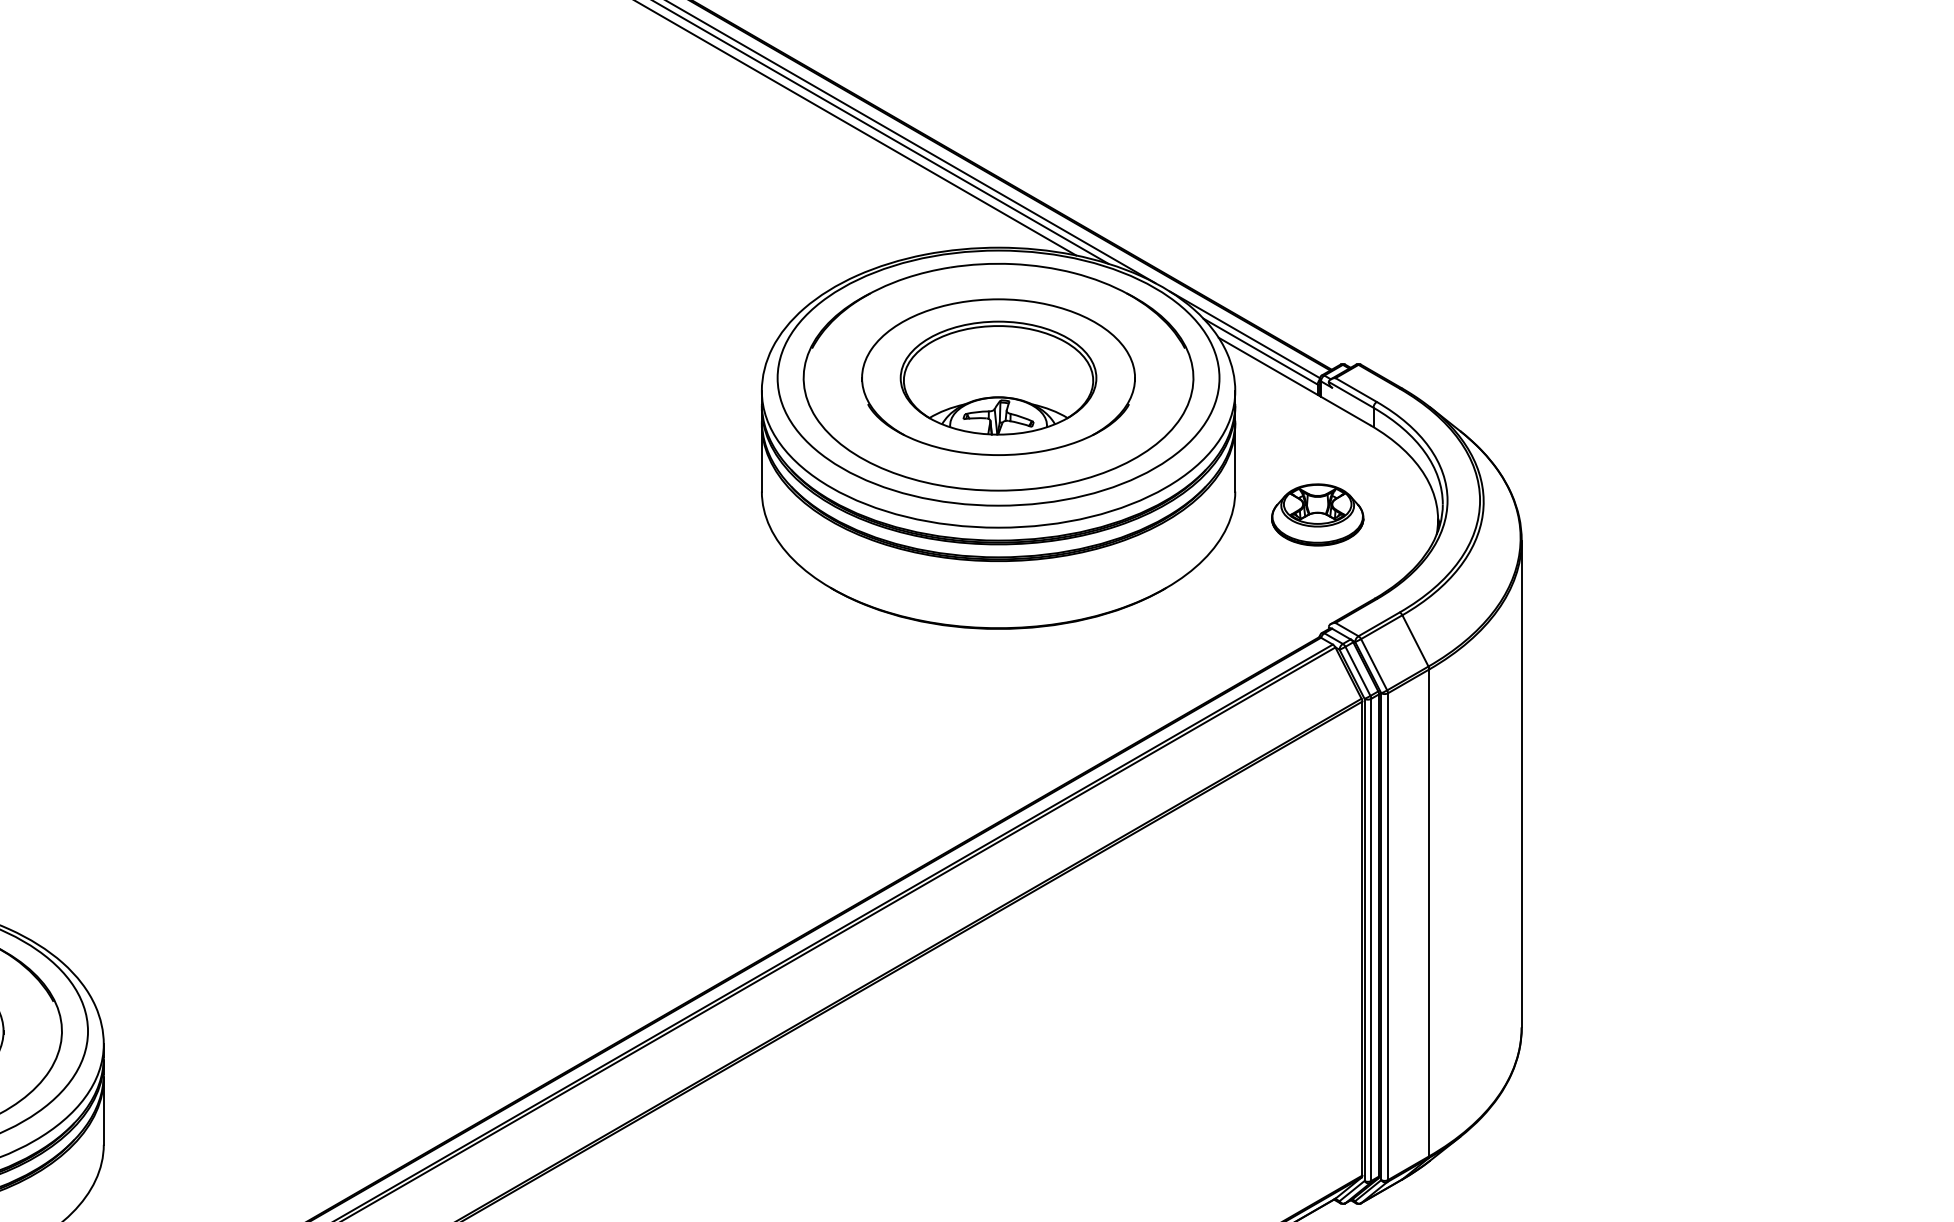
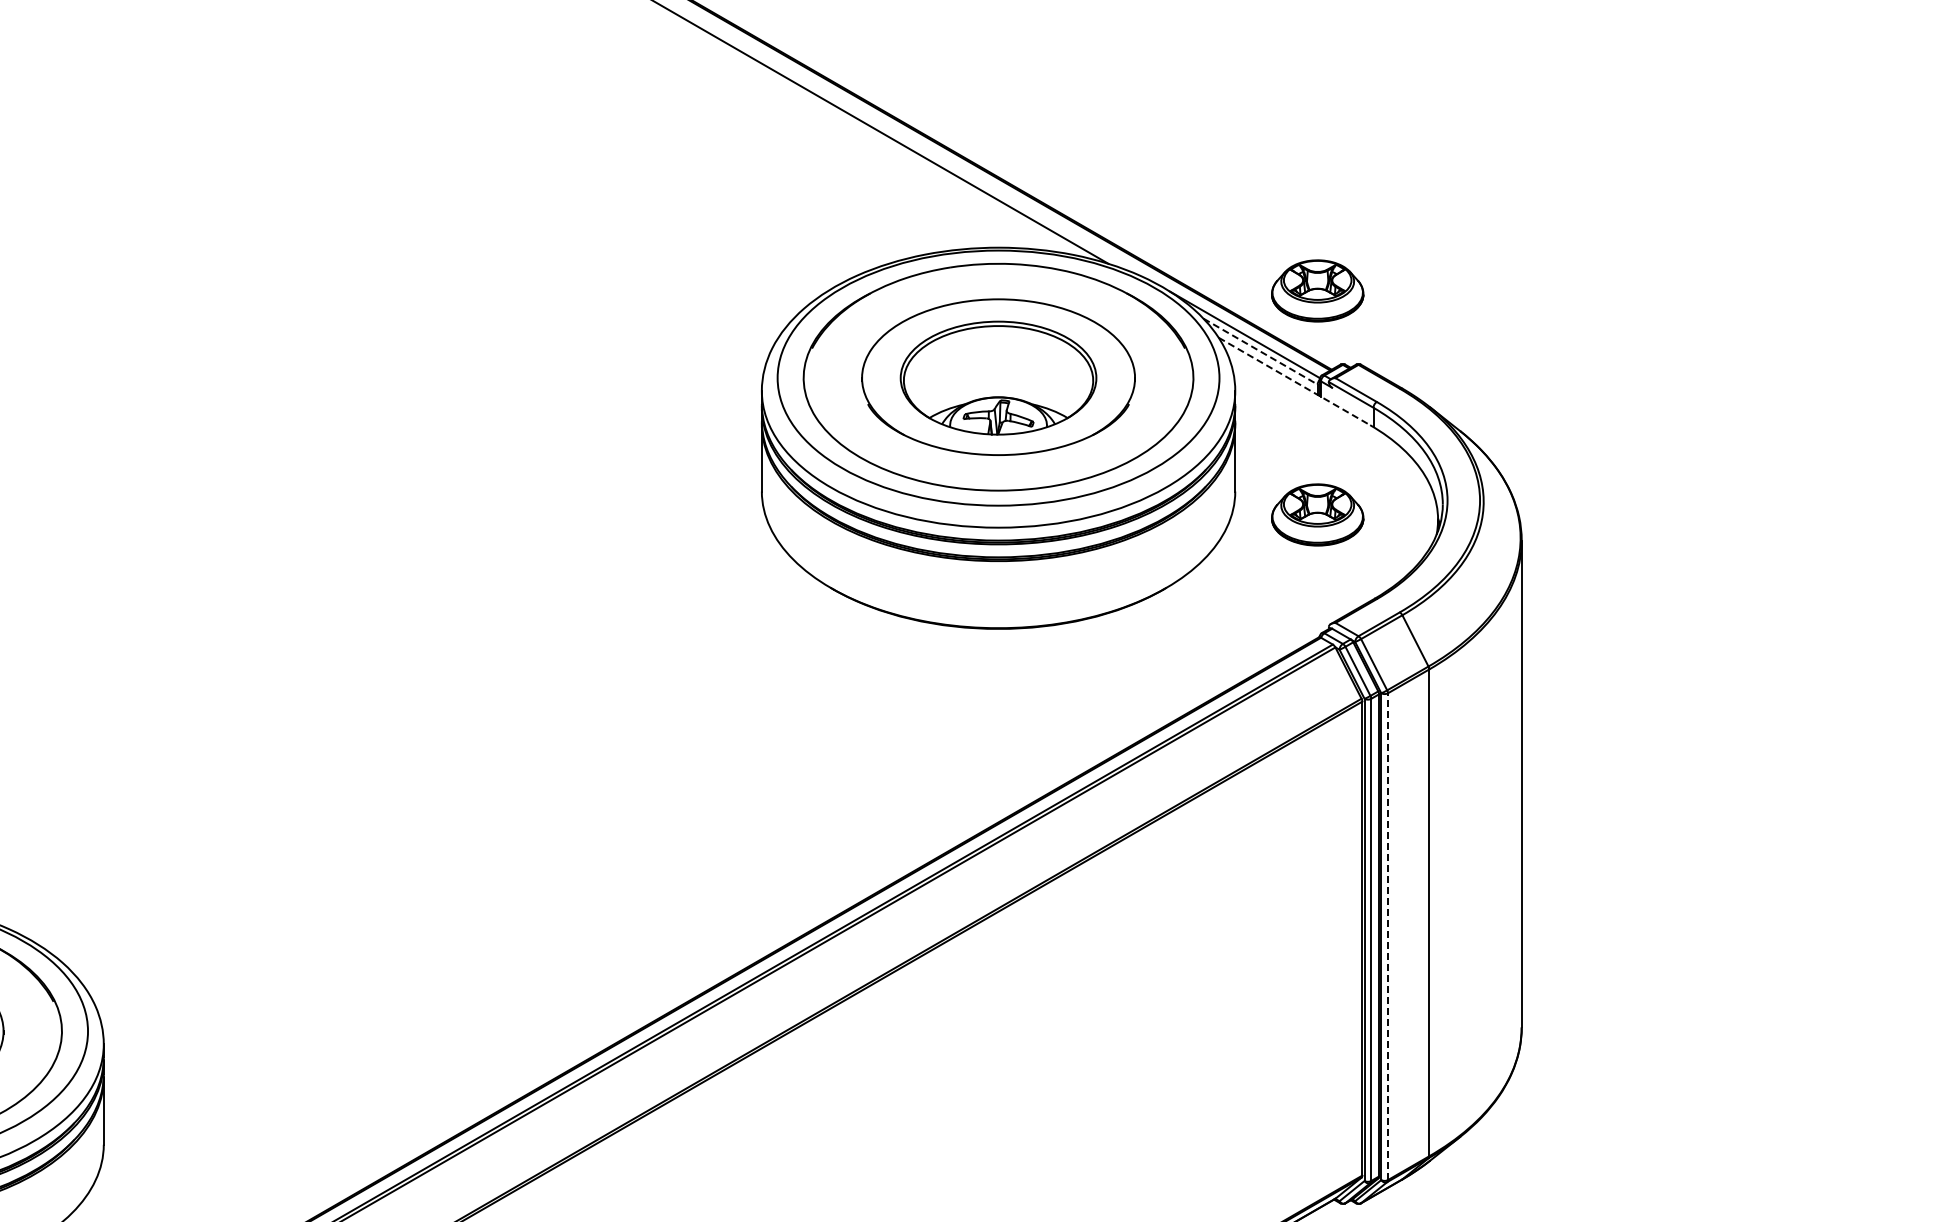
line at (856, 128): present -> none
line at (912, 142): present -> none
part at (1317, 290): none -> present
line at (1260, 351): solid -> dashed
line at (1294, 381): solid -> dashed
line at (1388, 936): solid -> dashed
